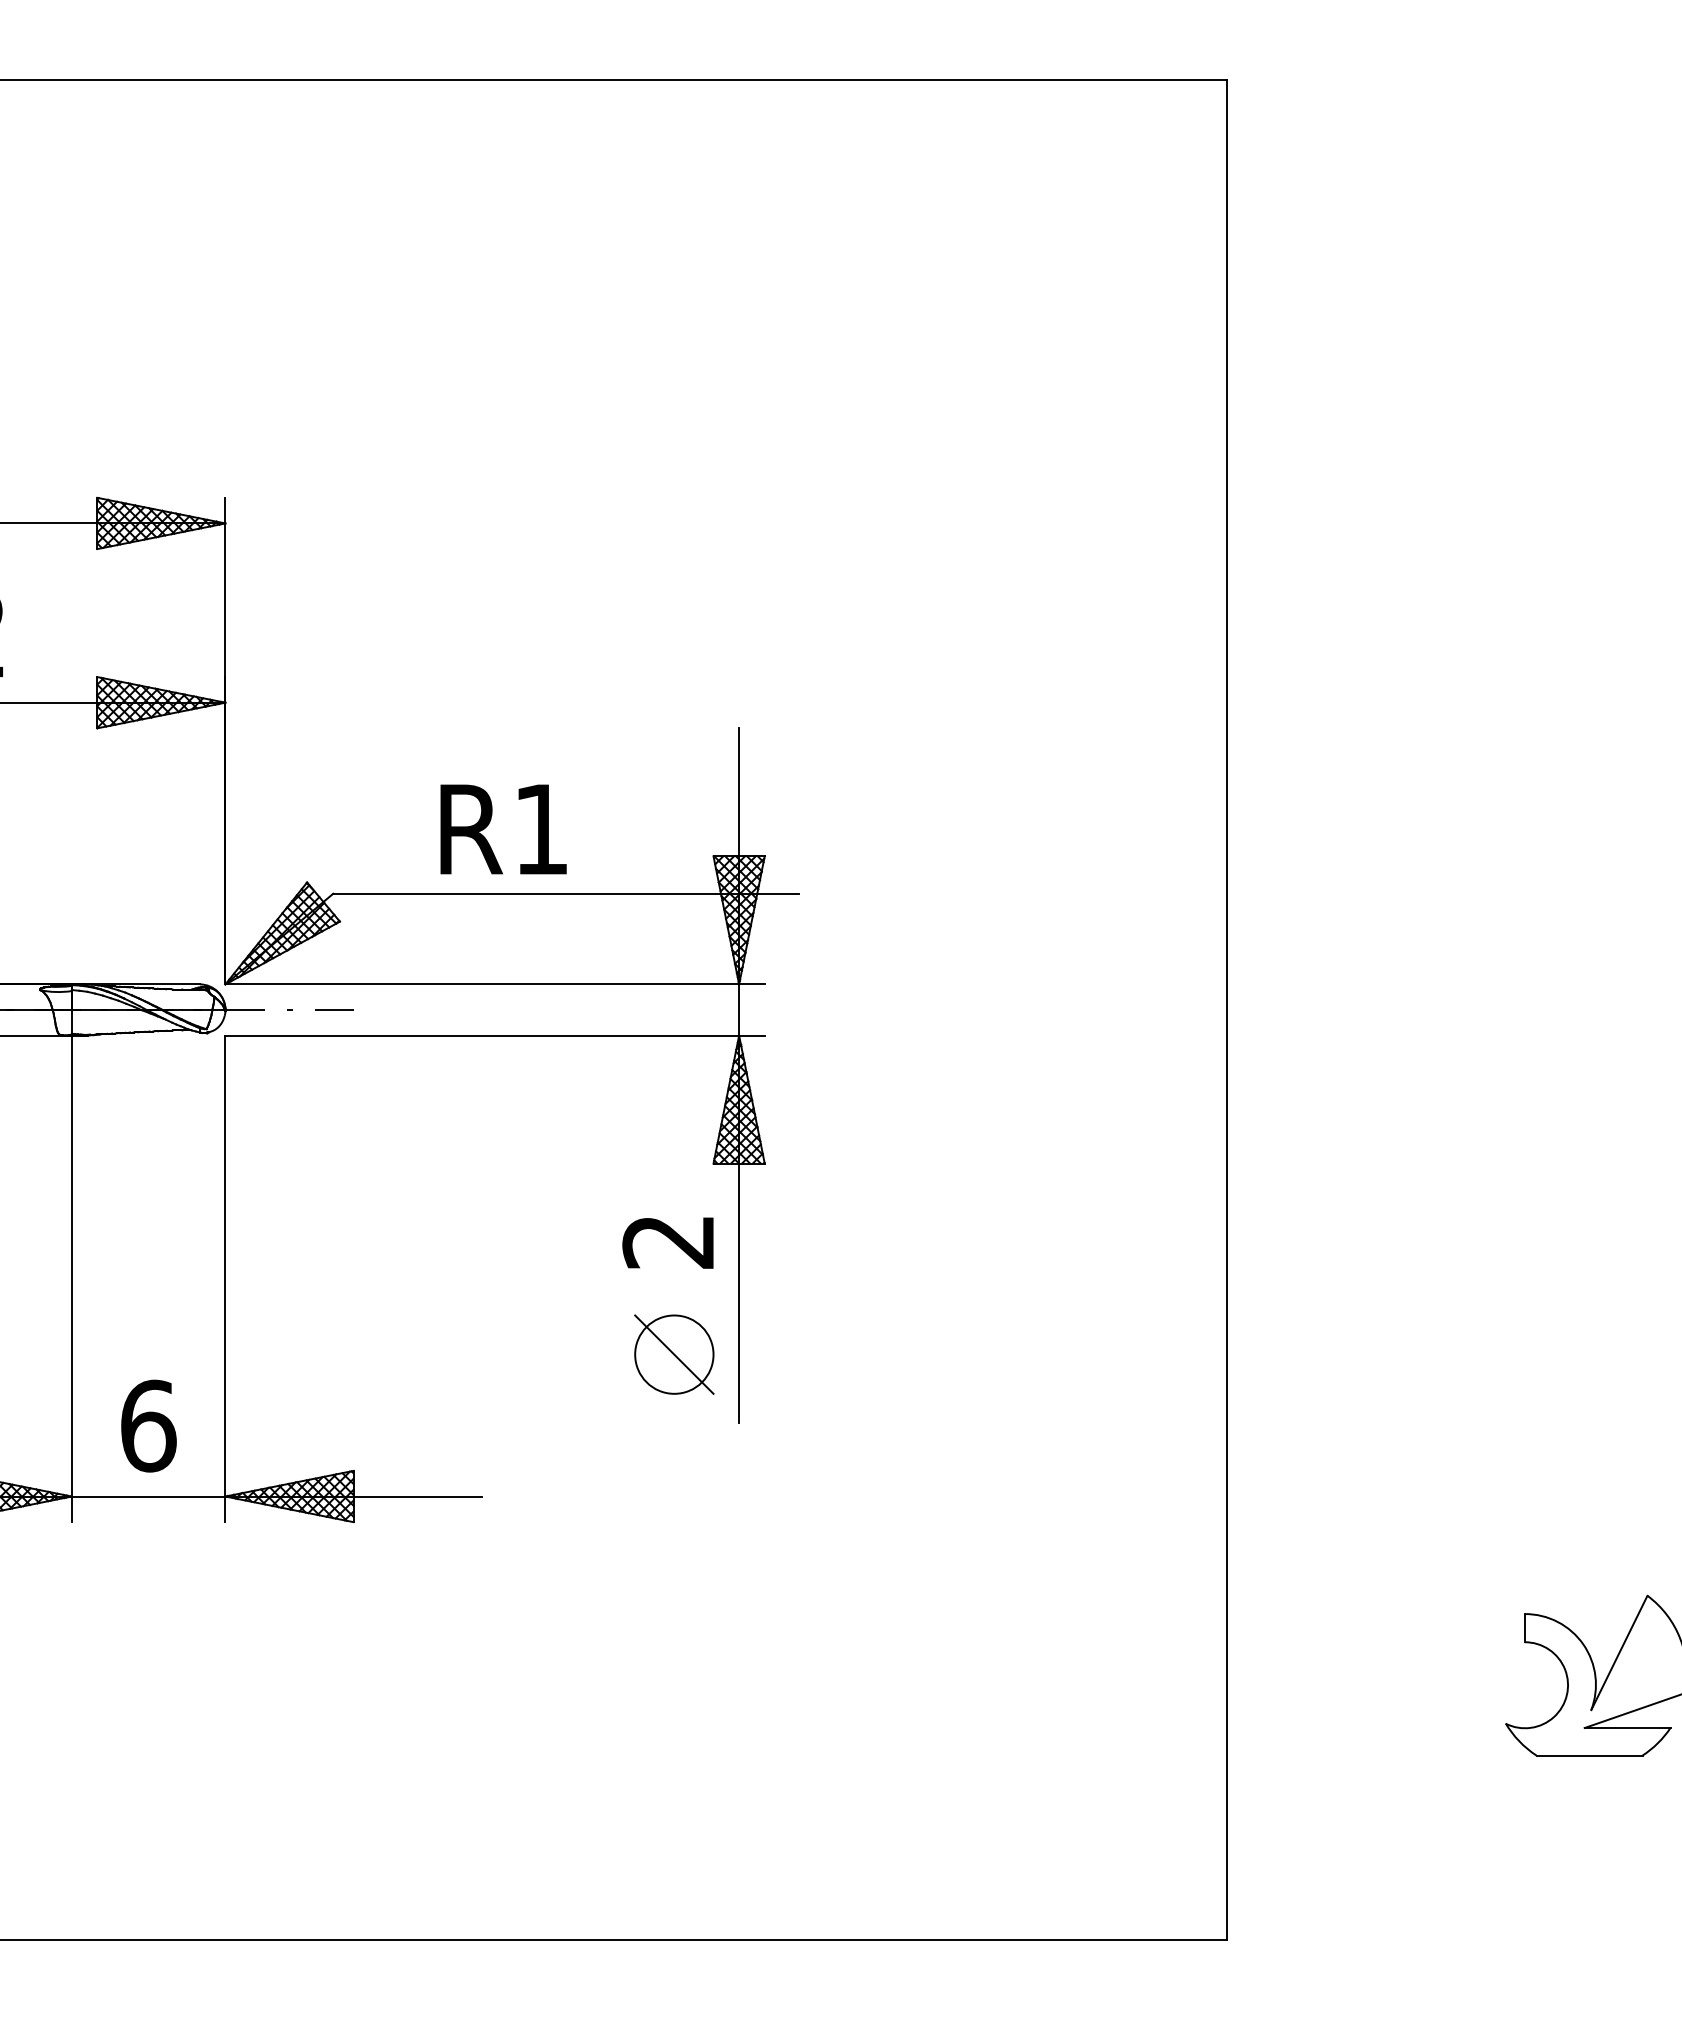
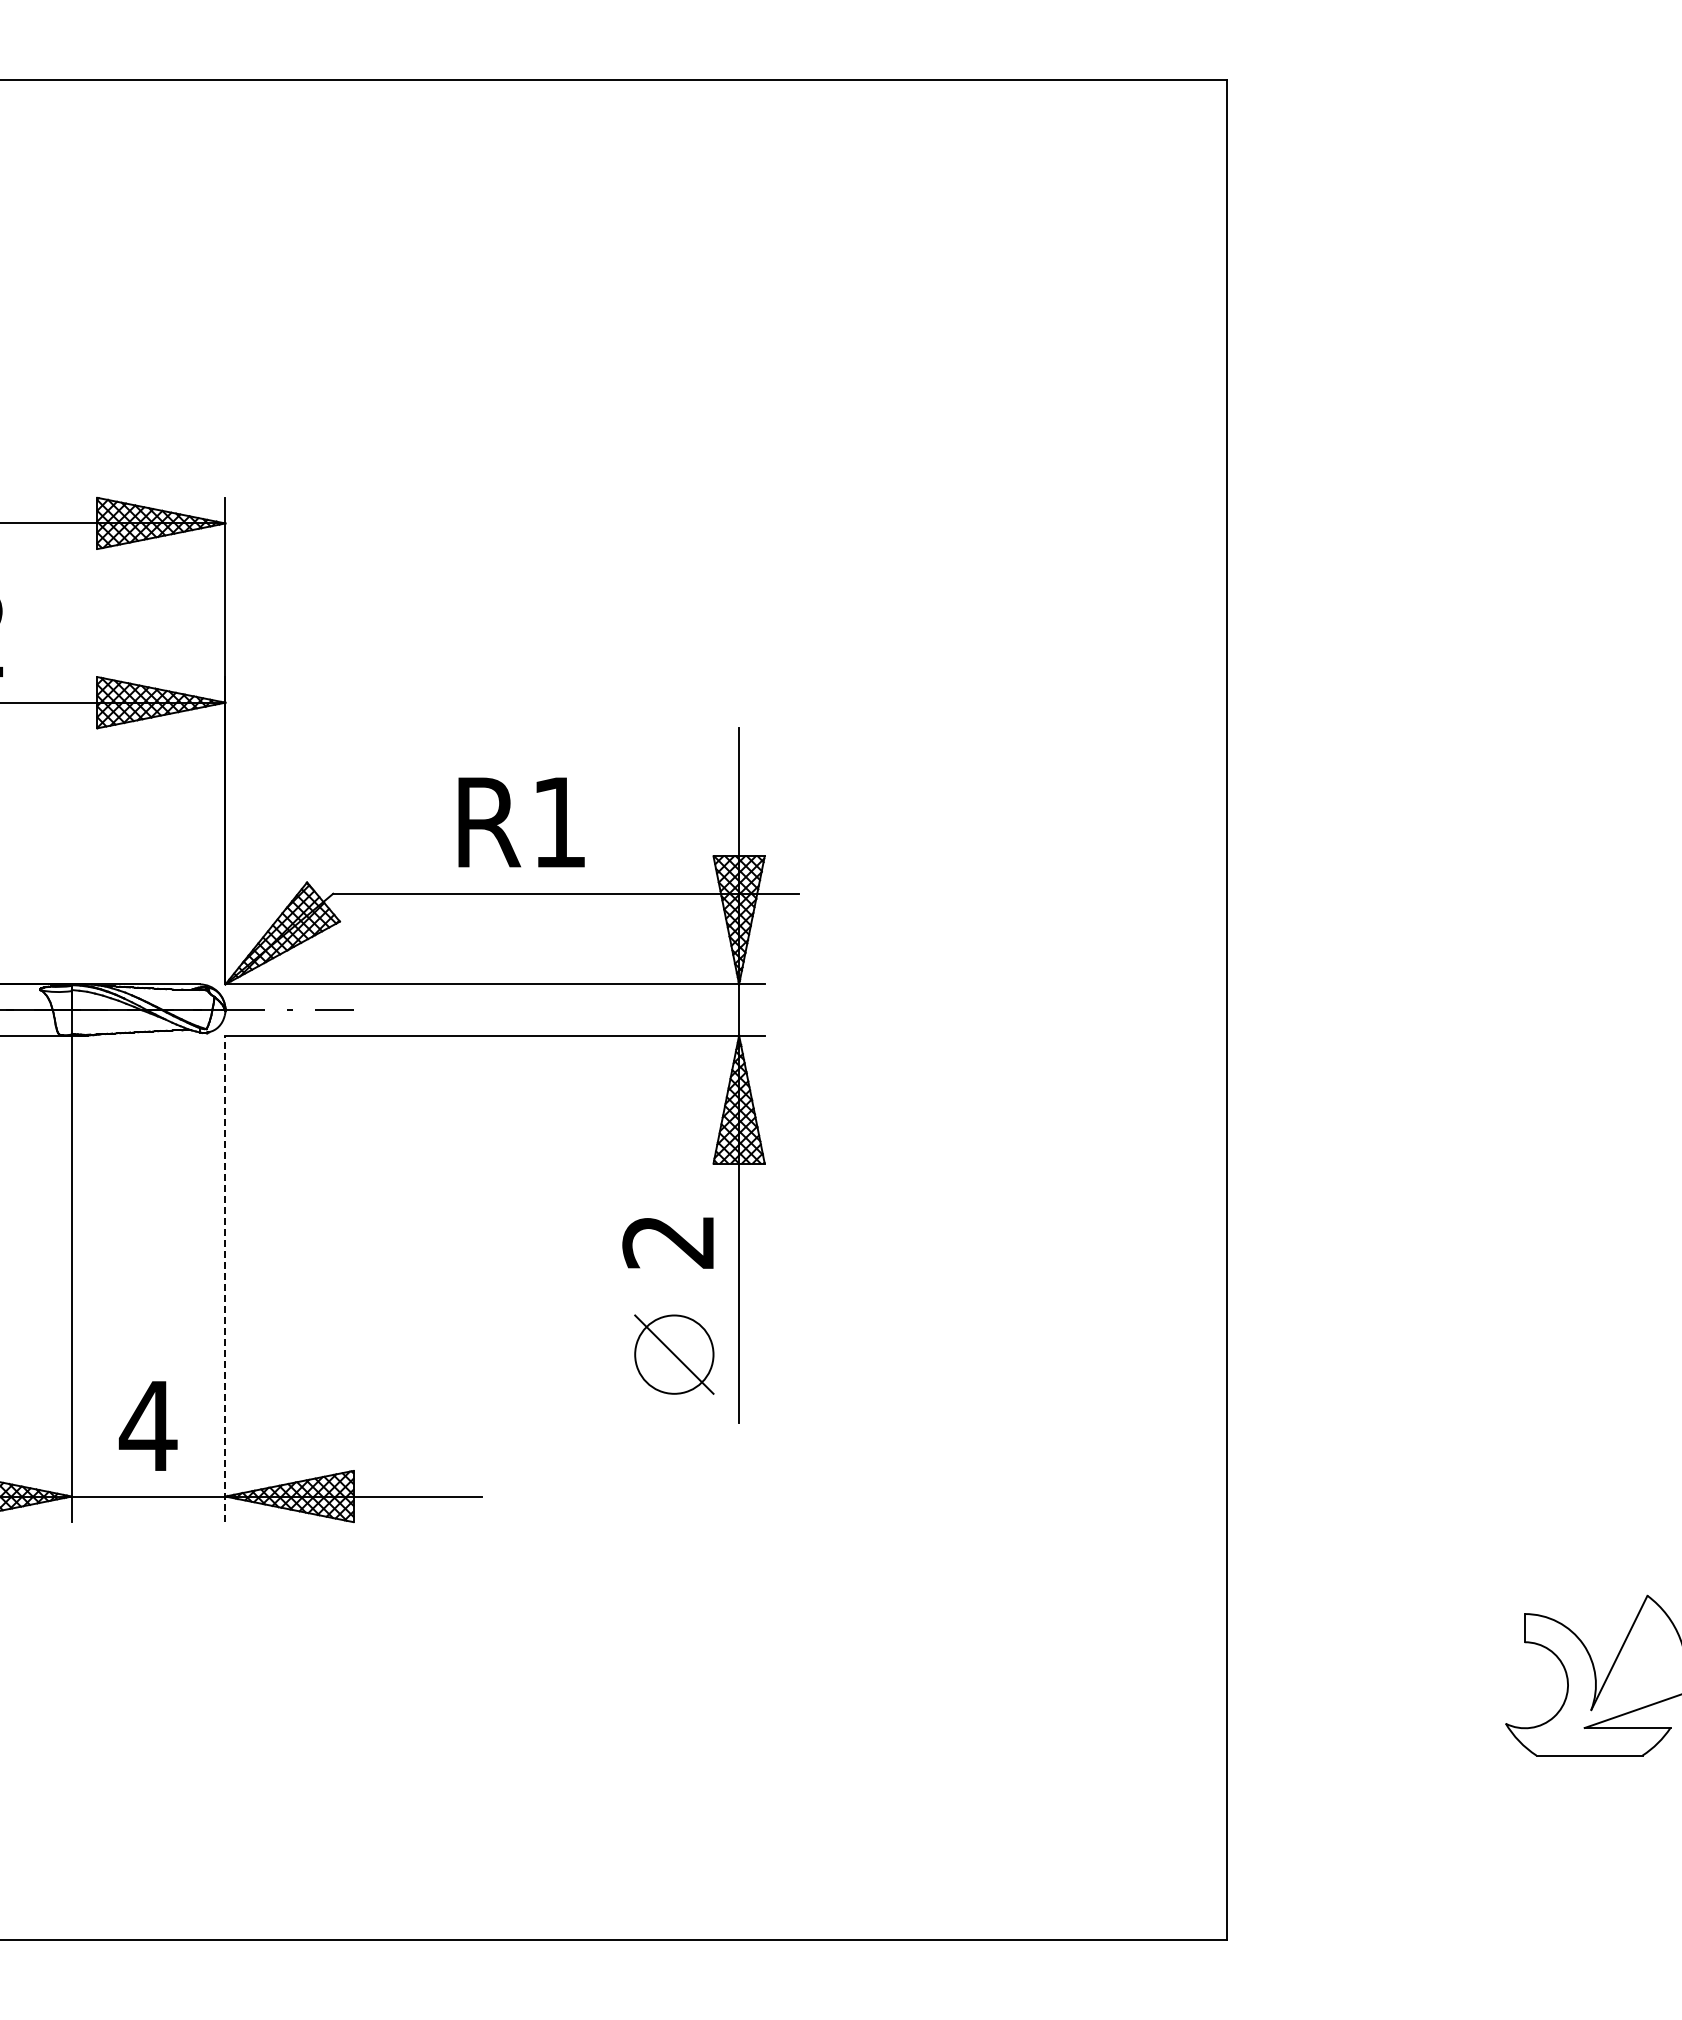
text at (503, 829) position: (503, 829) -> (521, 822)
line at (225, 1278): solid -> dashed
text at (147, 1425): 6 -> 4
